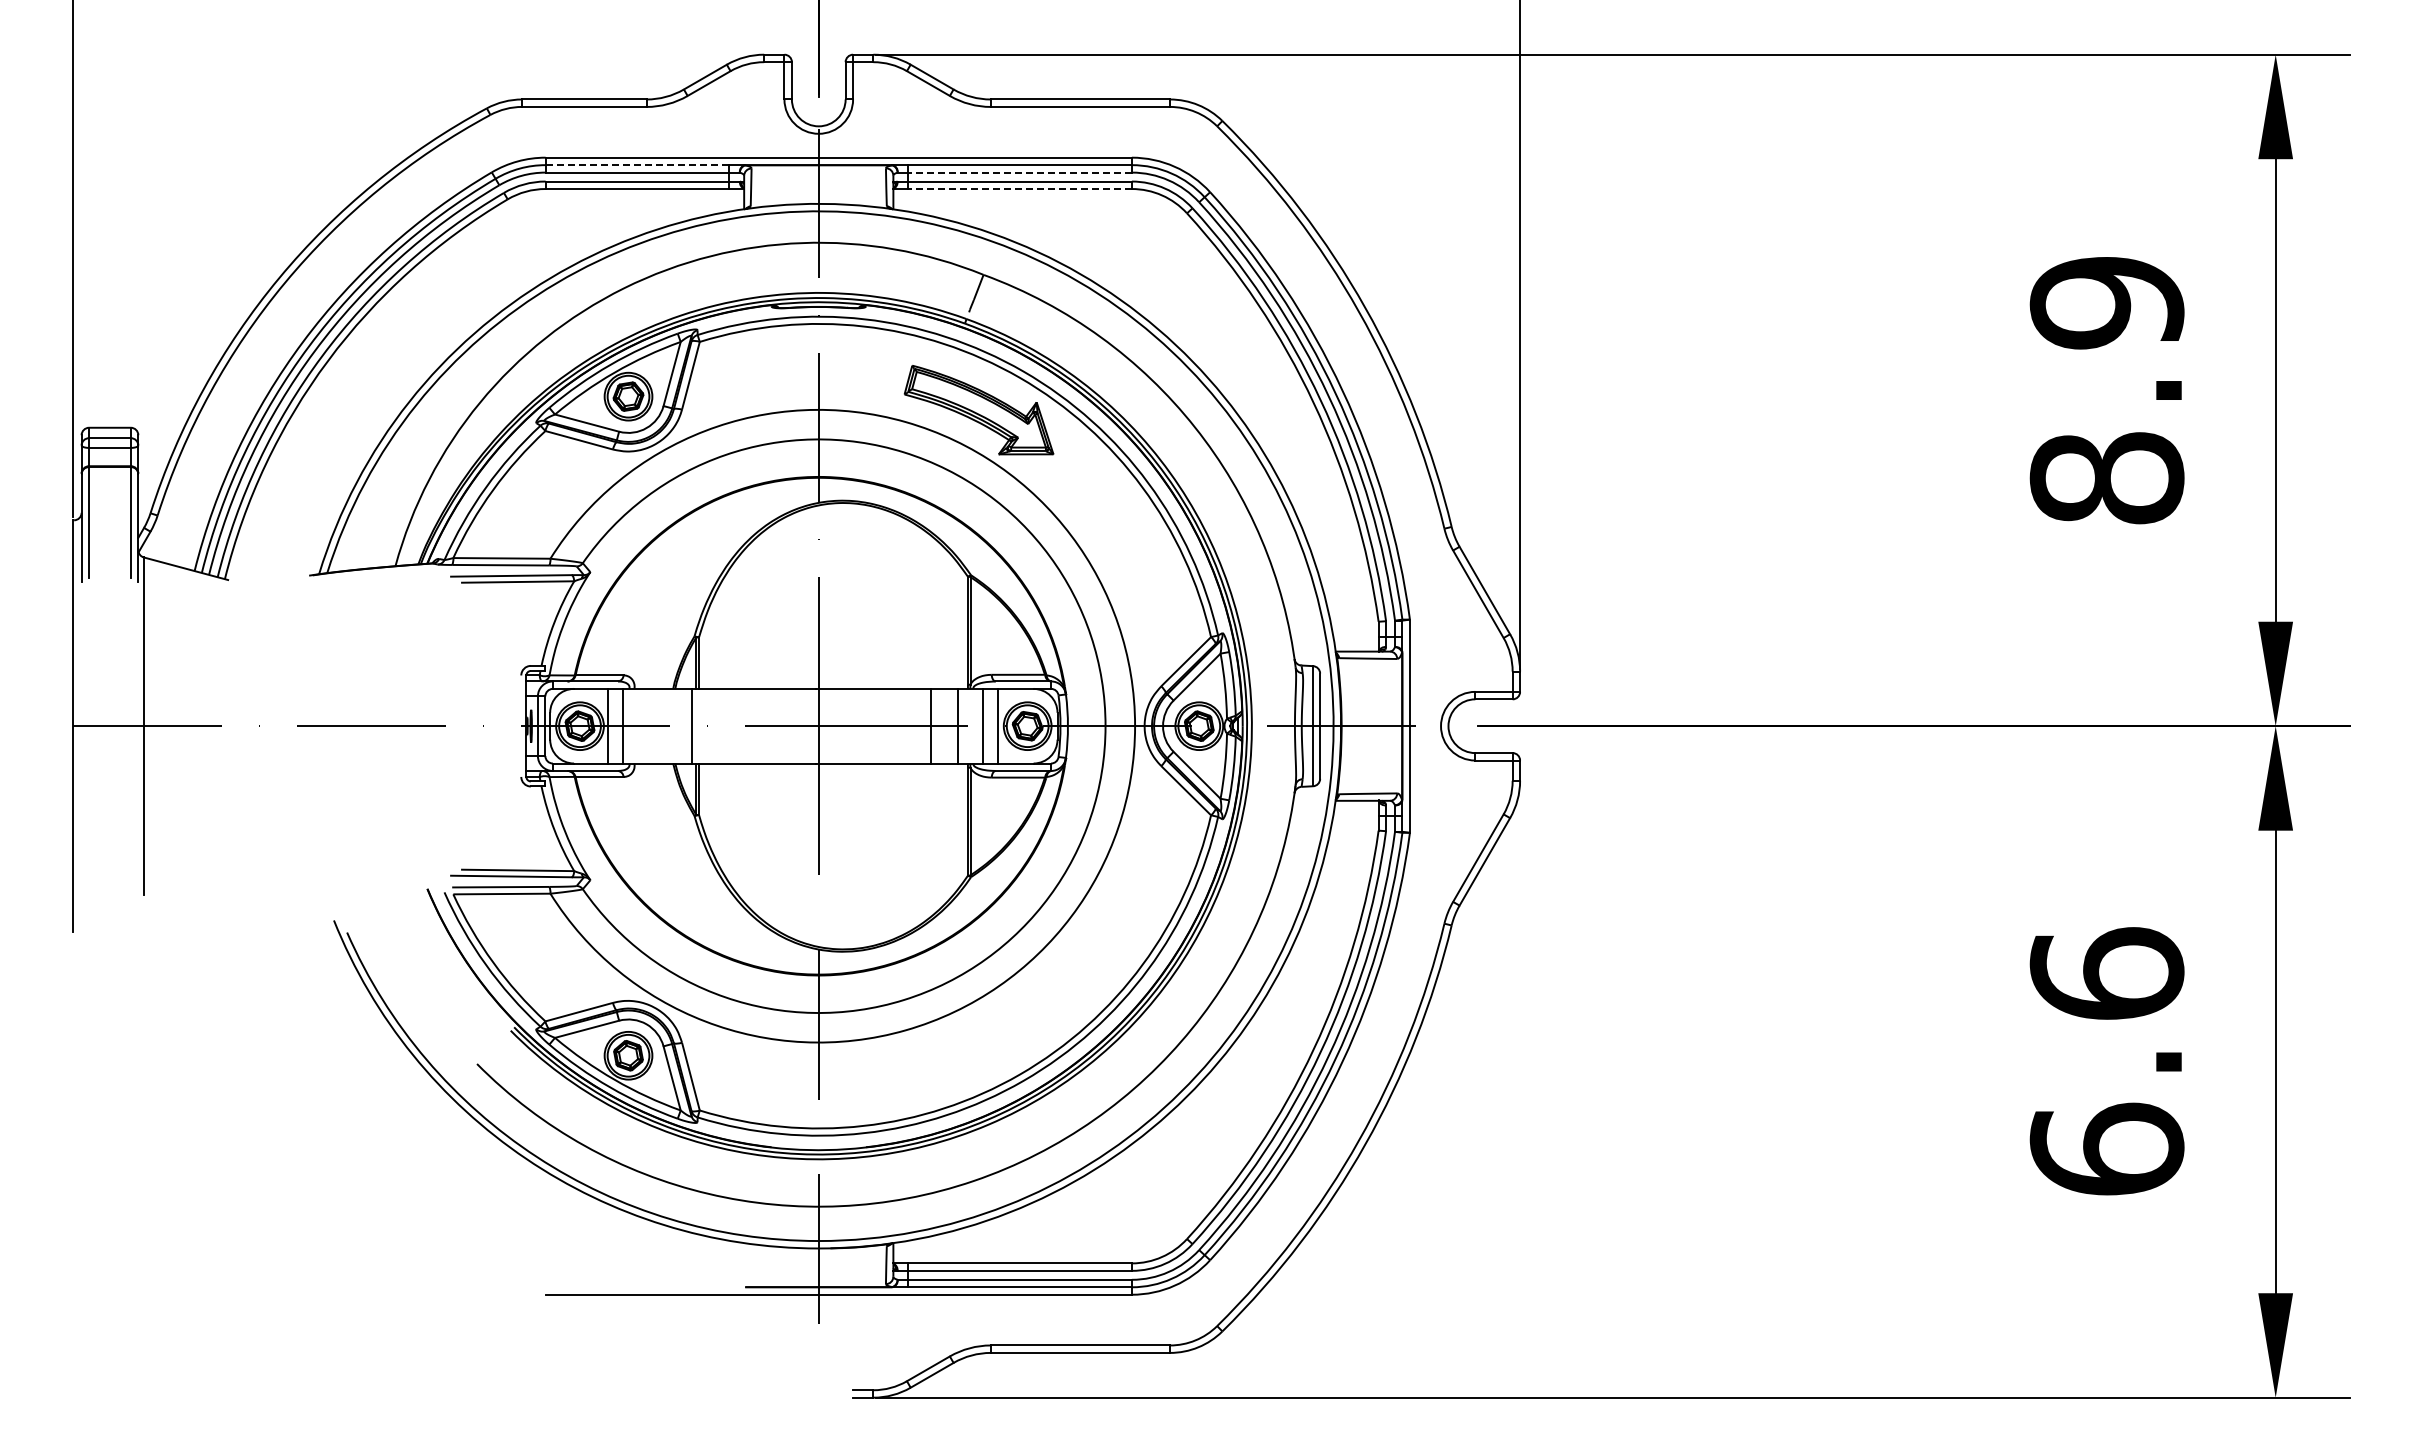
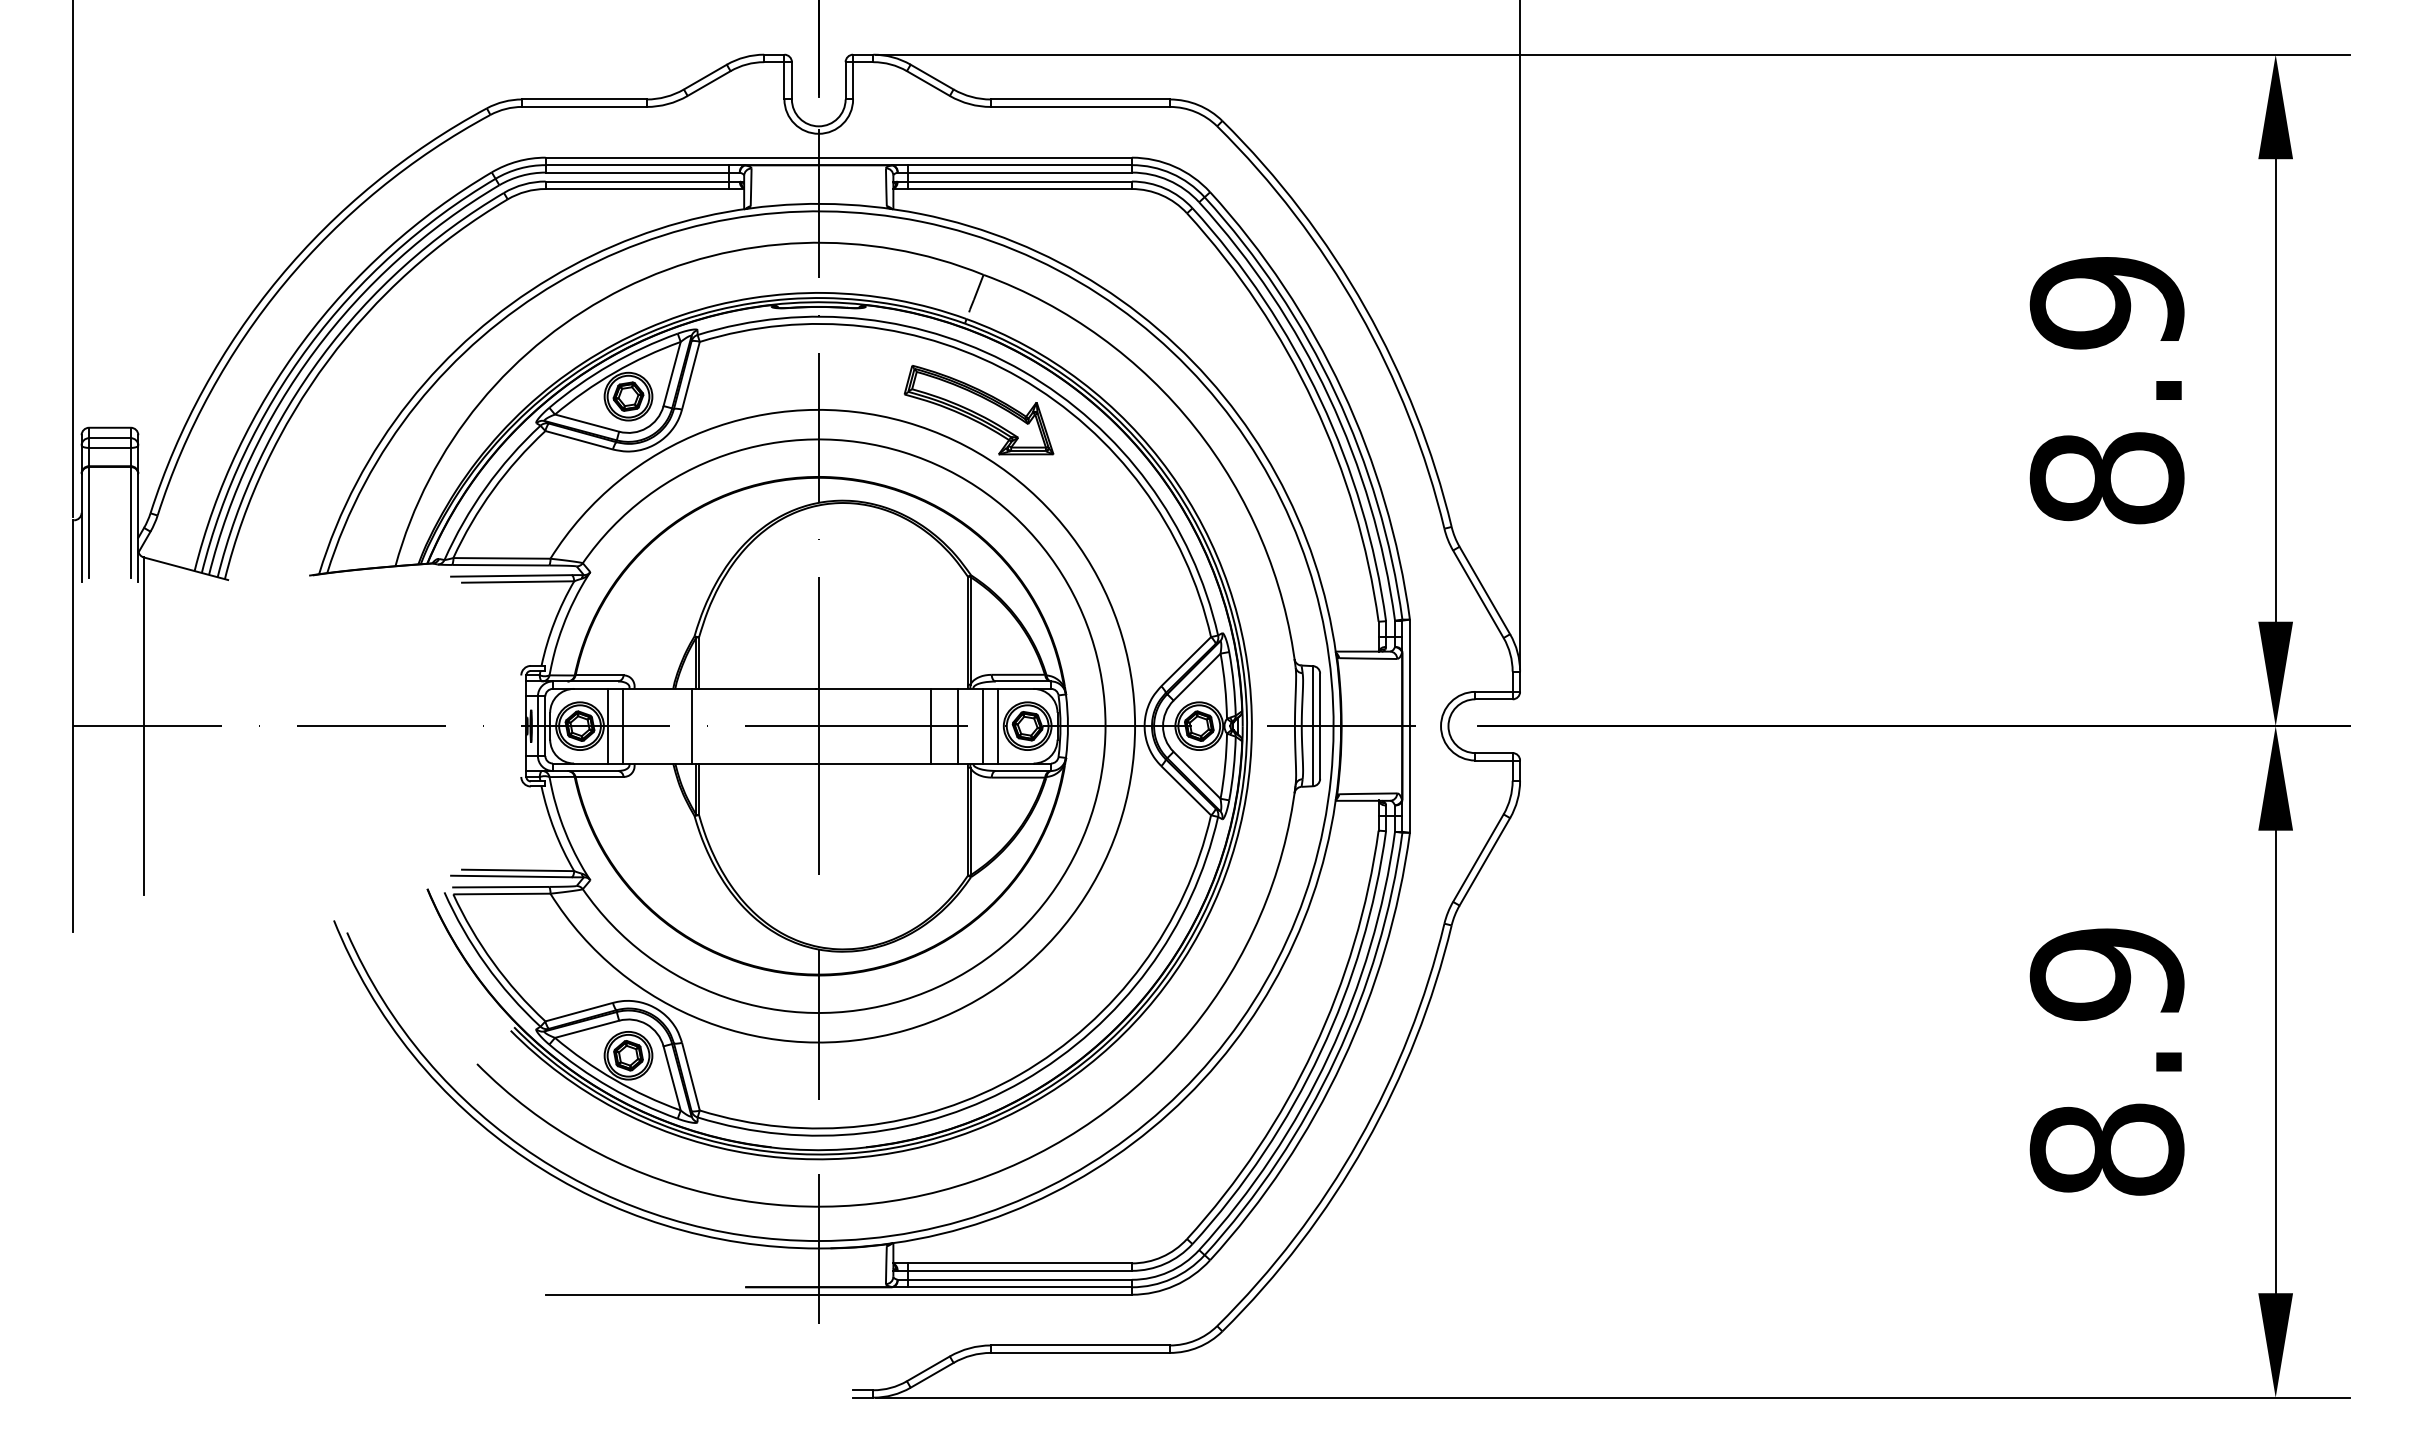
line at (637, 165): dashed -> solid
line at (1020, 172): dashed -> solid
line at (1020, 189): dashed -> solid
text at (2106, 1061): 6.6 -> 8.9
